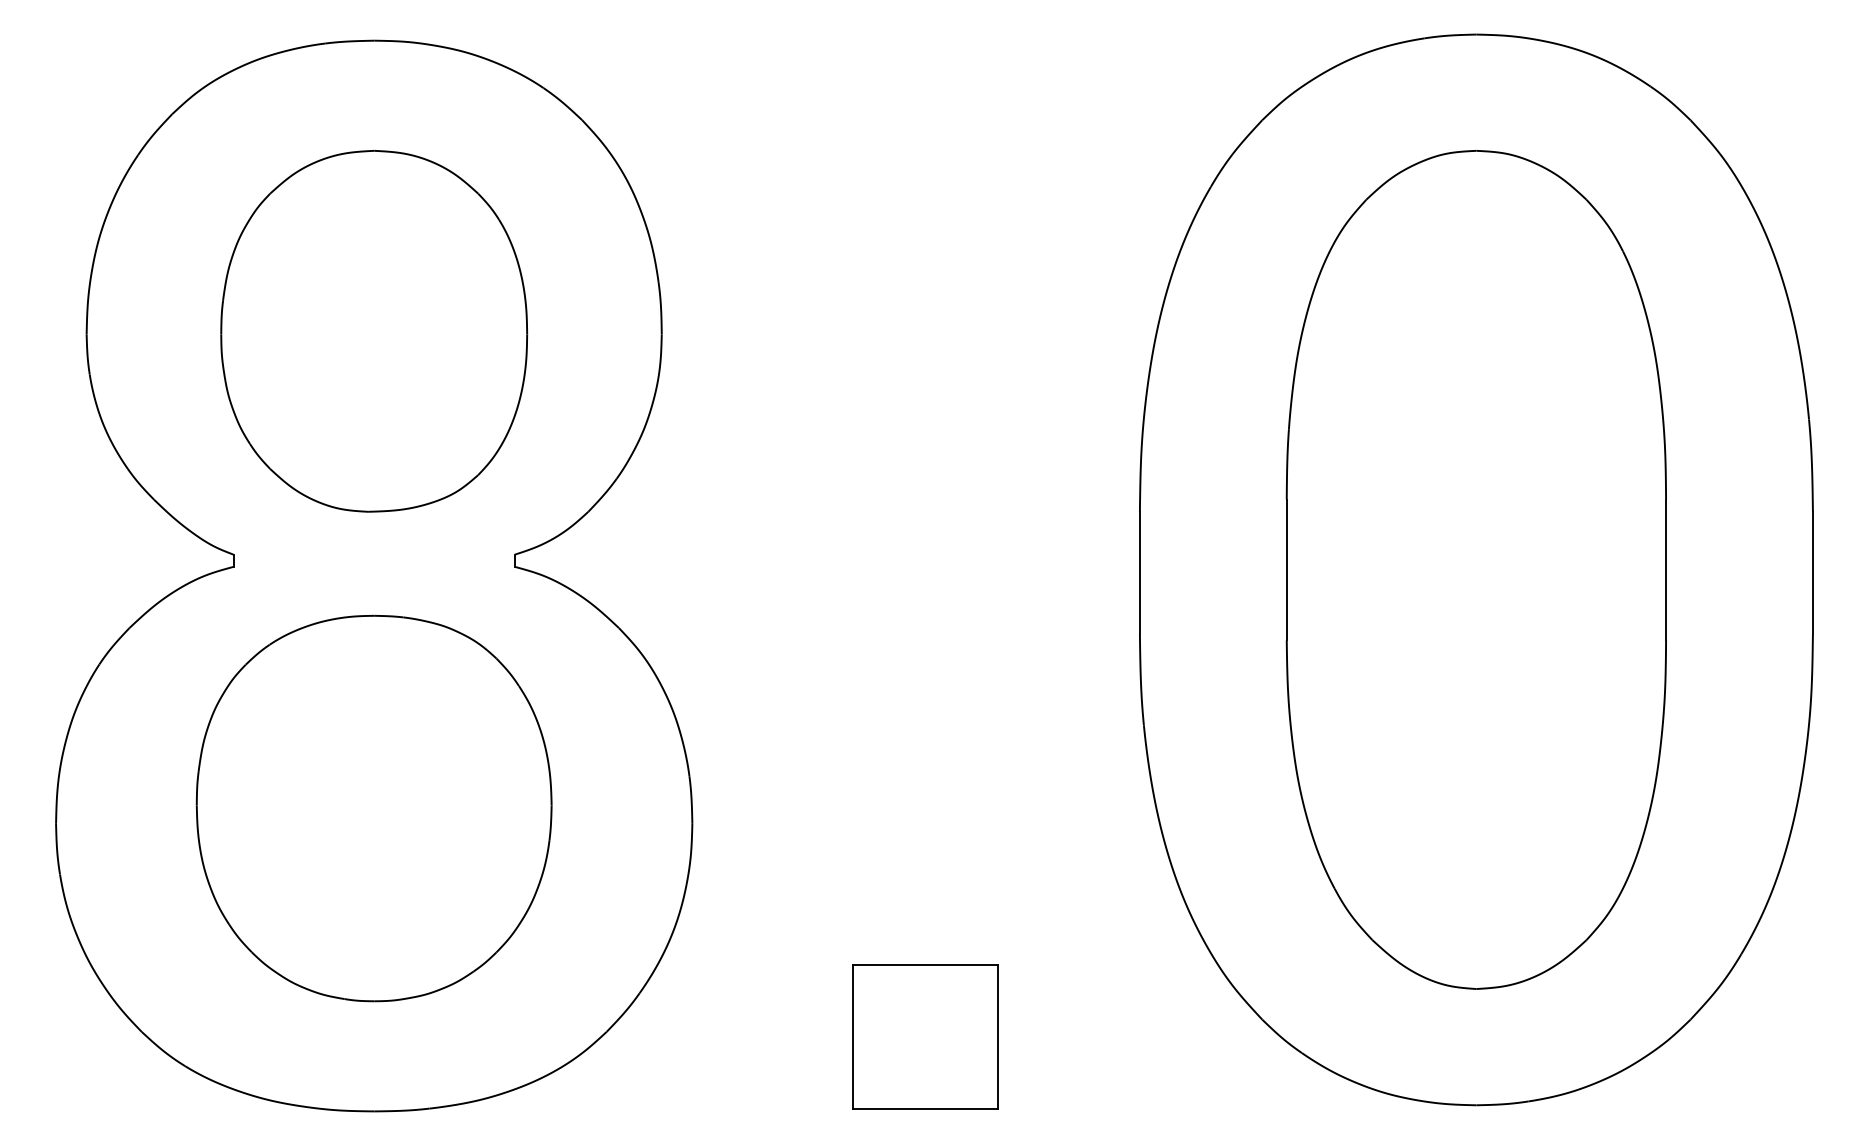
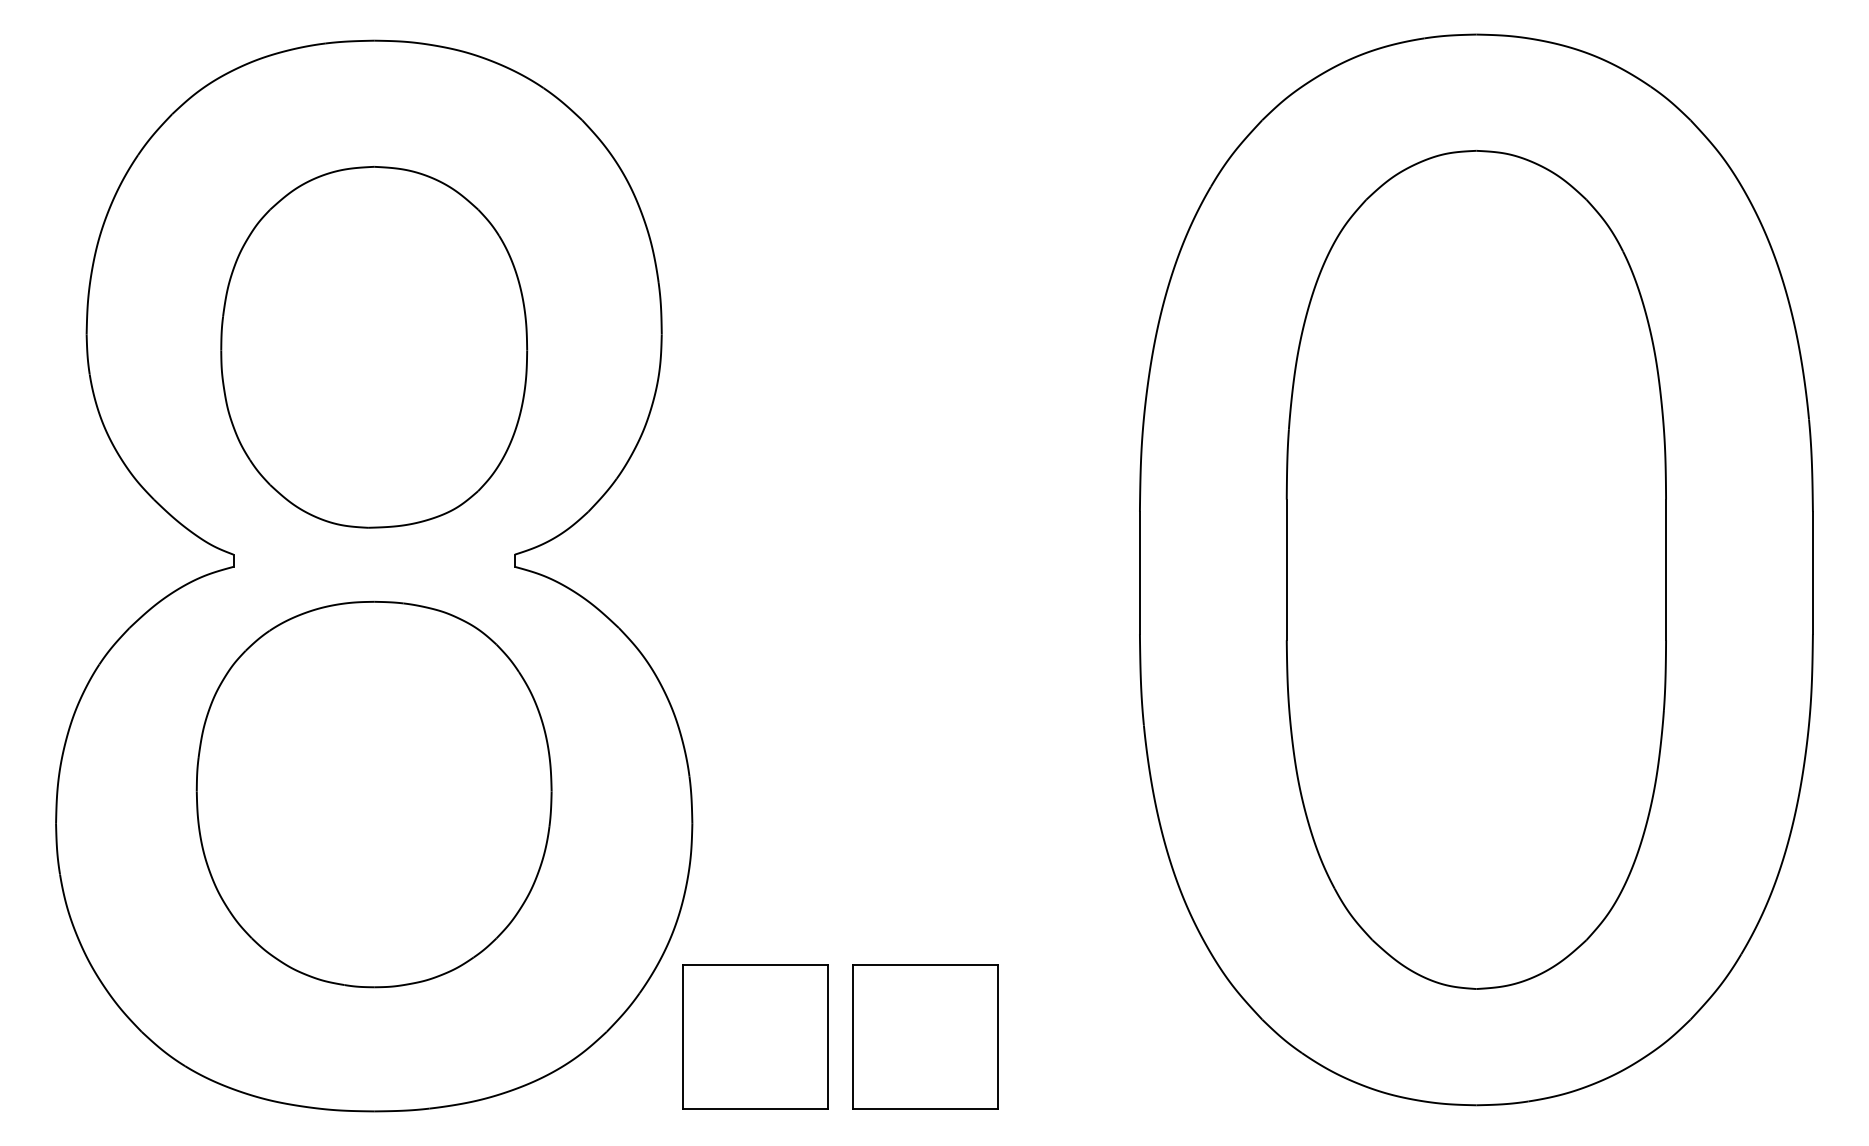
part at (374, 331) position: (374, 331) -> (374, 347)
part at (373, 808) position: (373, 808) -> (373, 794)
part at (755, 1036): none -> present
